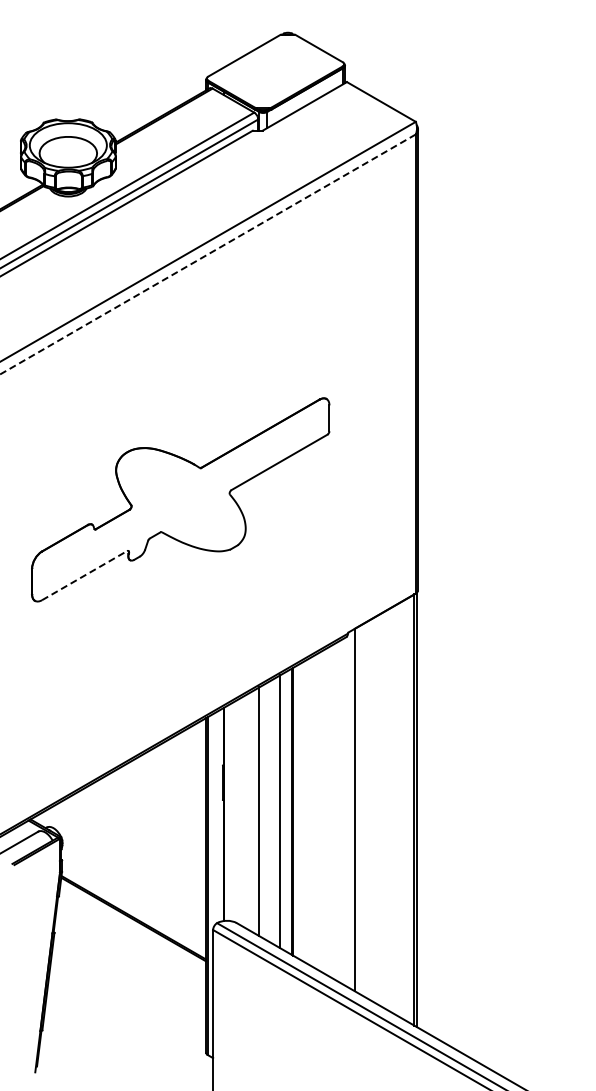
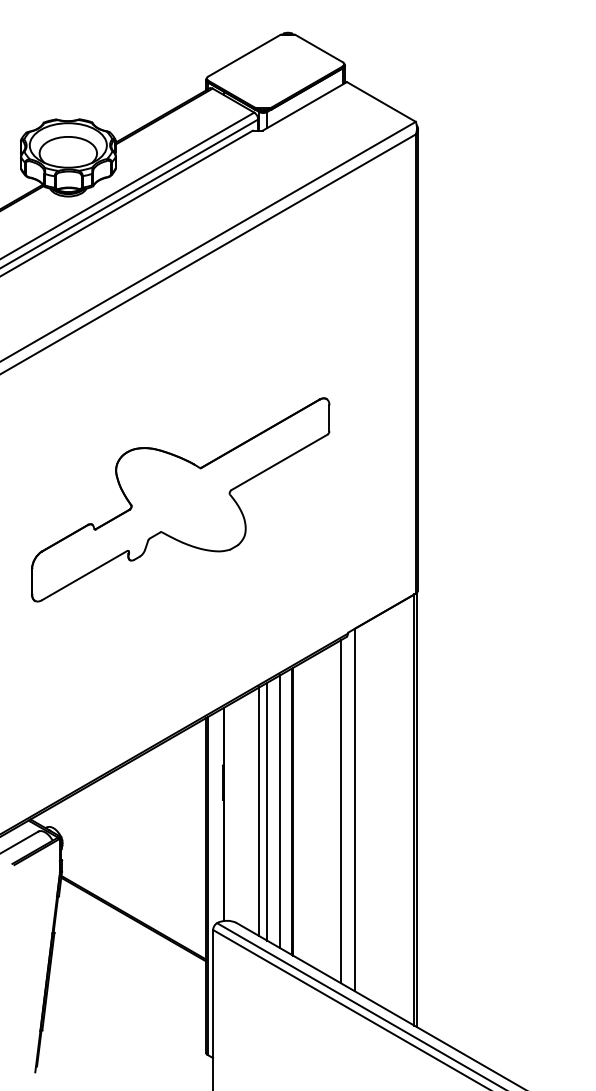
line at (208, 254): dashed -> solid
line at (85, 575): dashed -> solid
line at (267, 811): none -> present
line at (341, 811): none -> present
